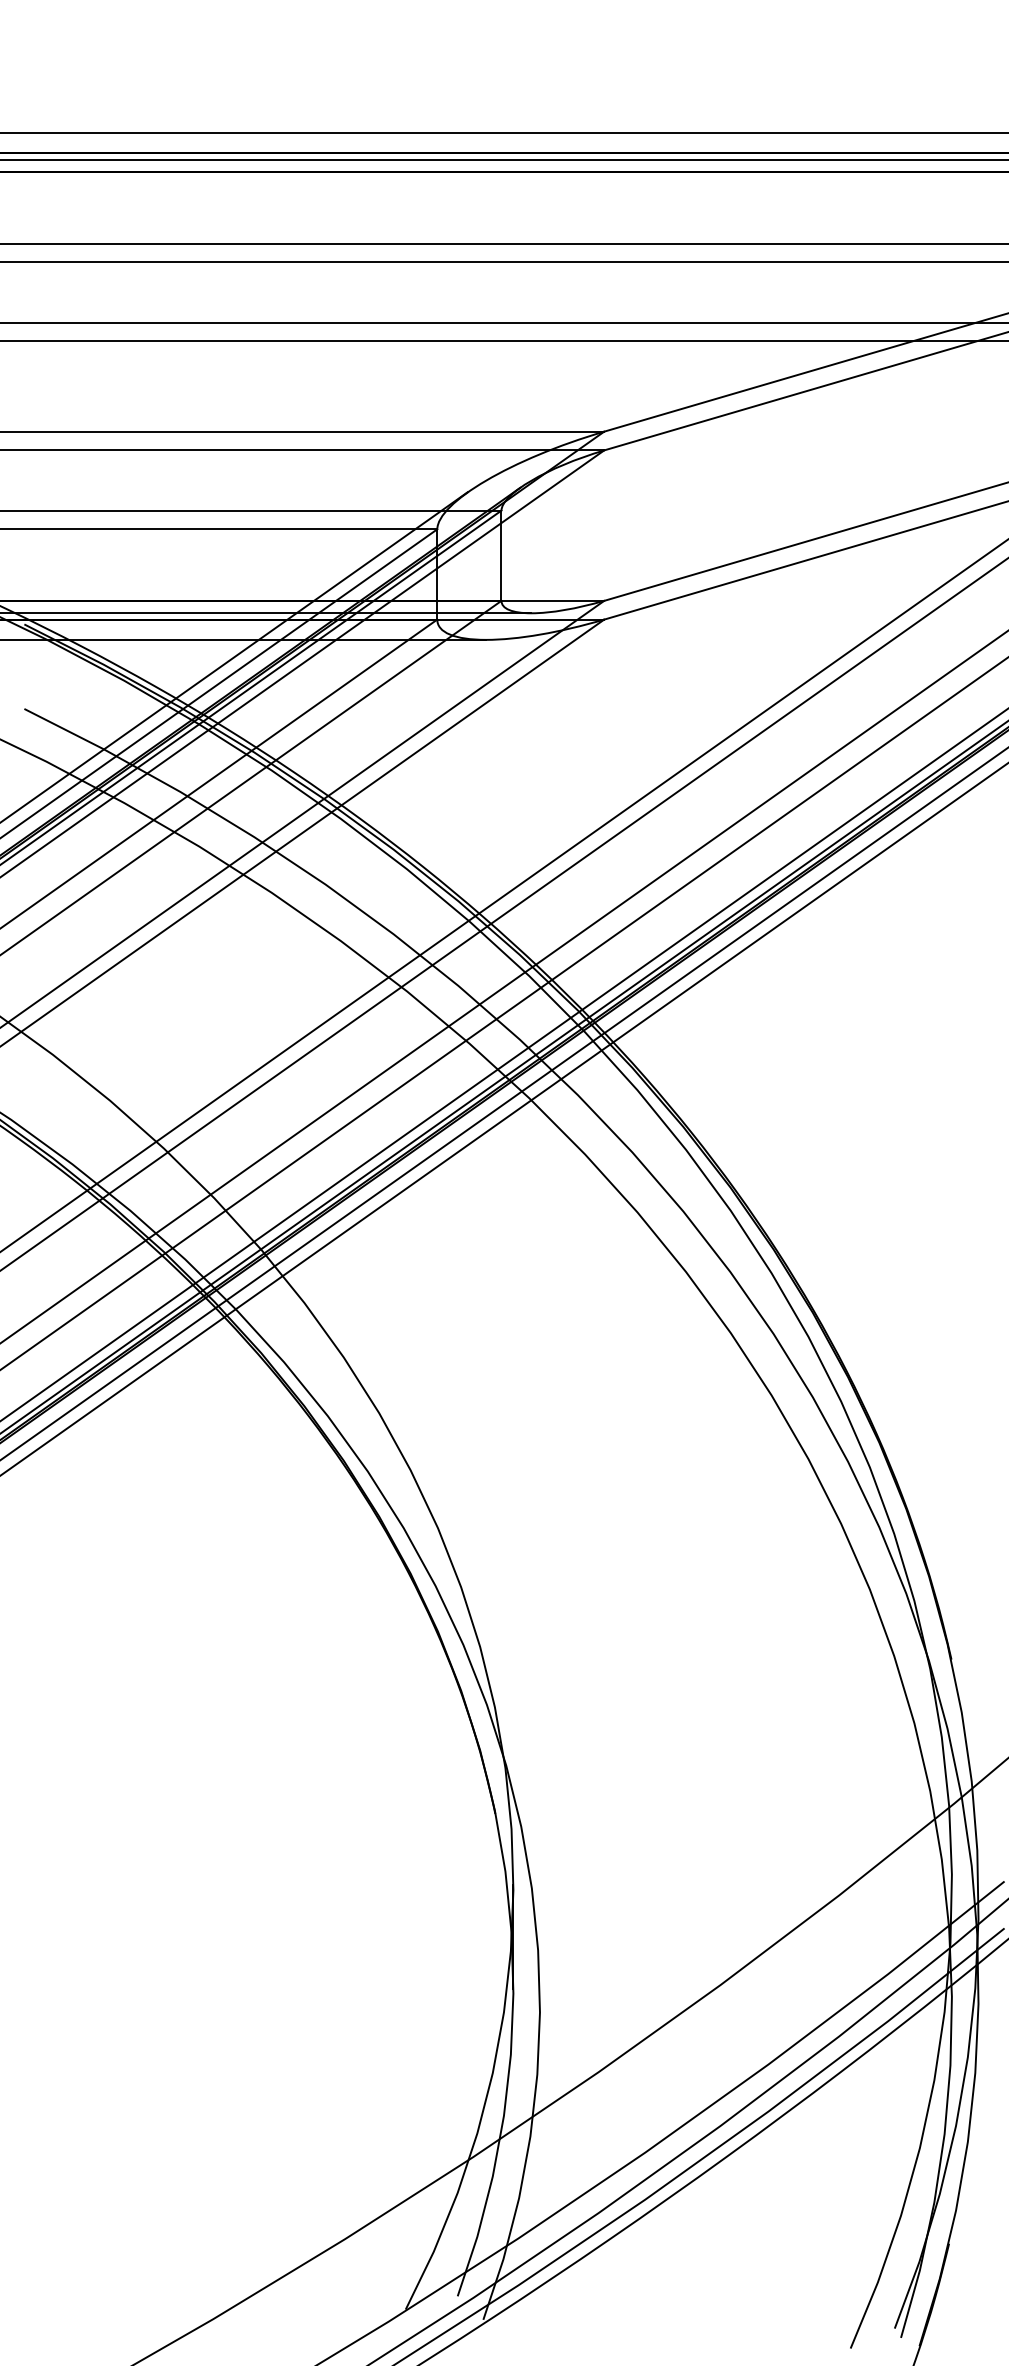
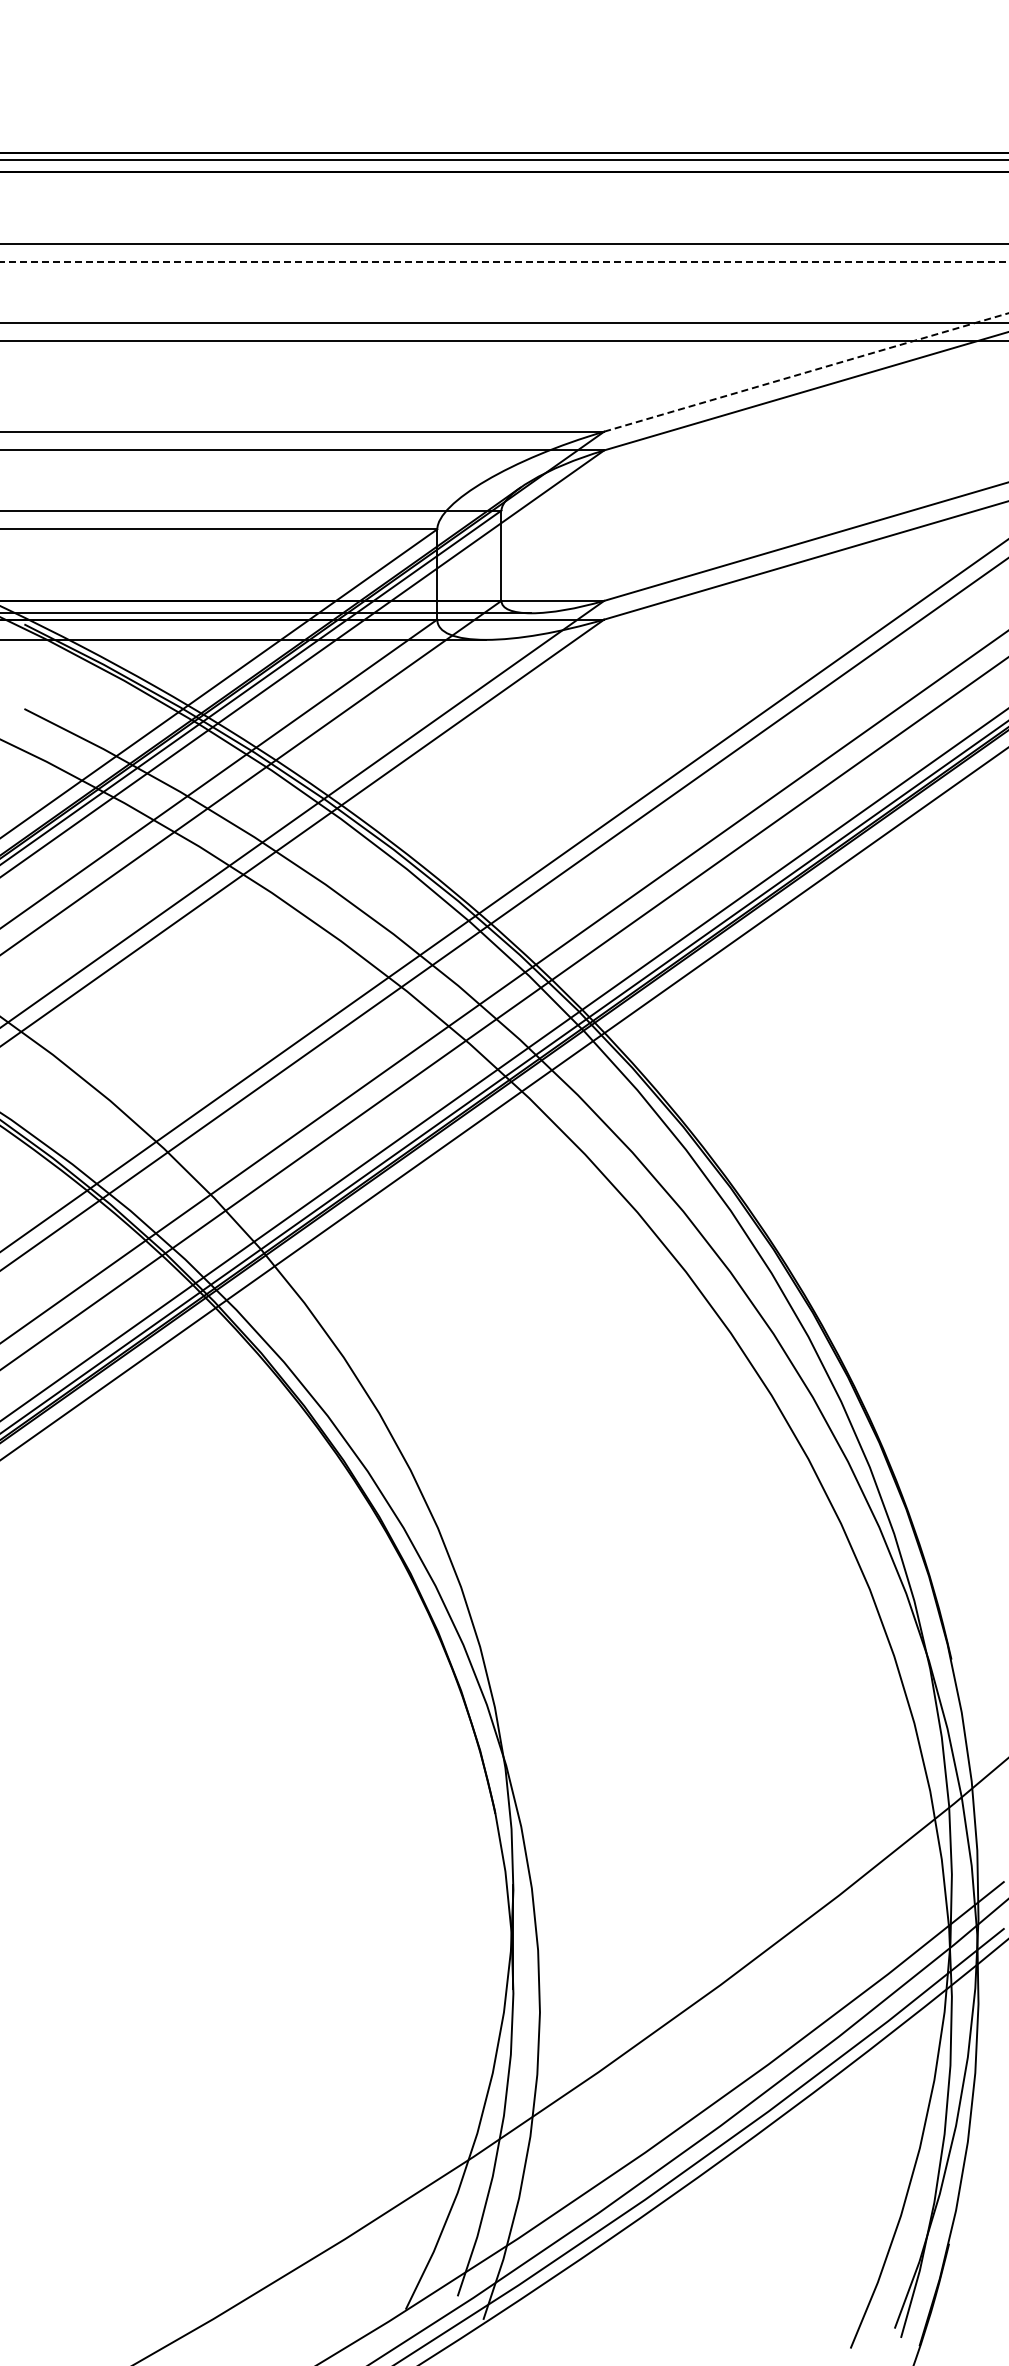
line at (503, 133): present -> none
line at (504, 262): solid -> dashed
line at (806, 372): solid -> dashed
line at (234, 656): present -> none
line at (503, 1119): present -> none
